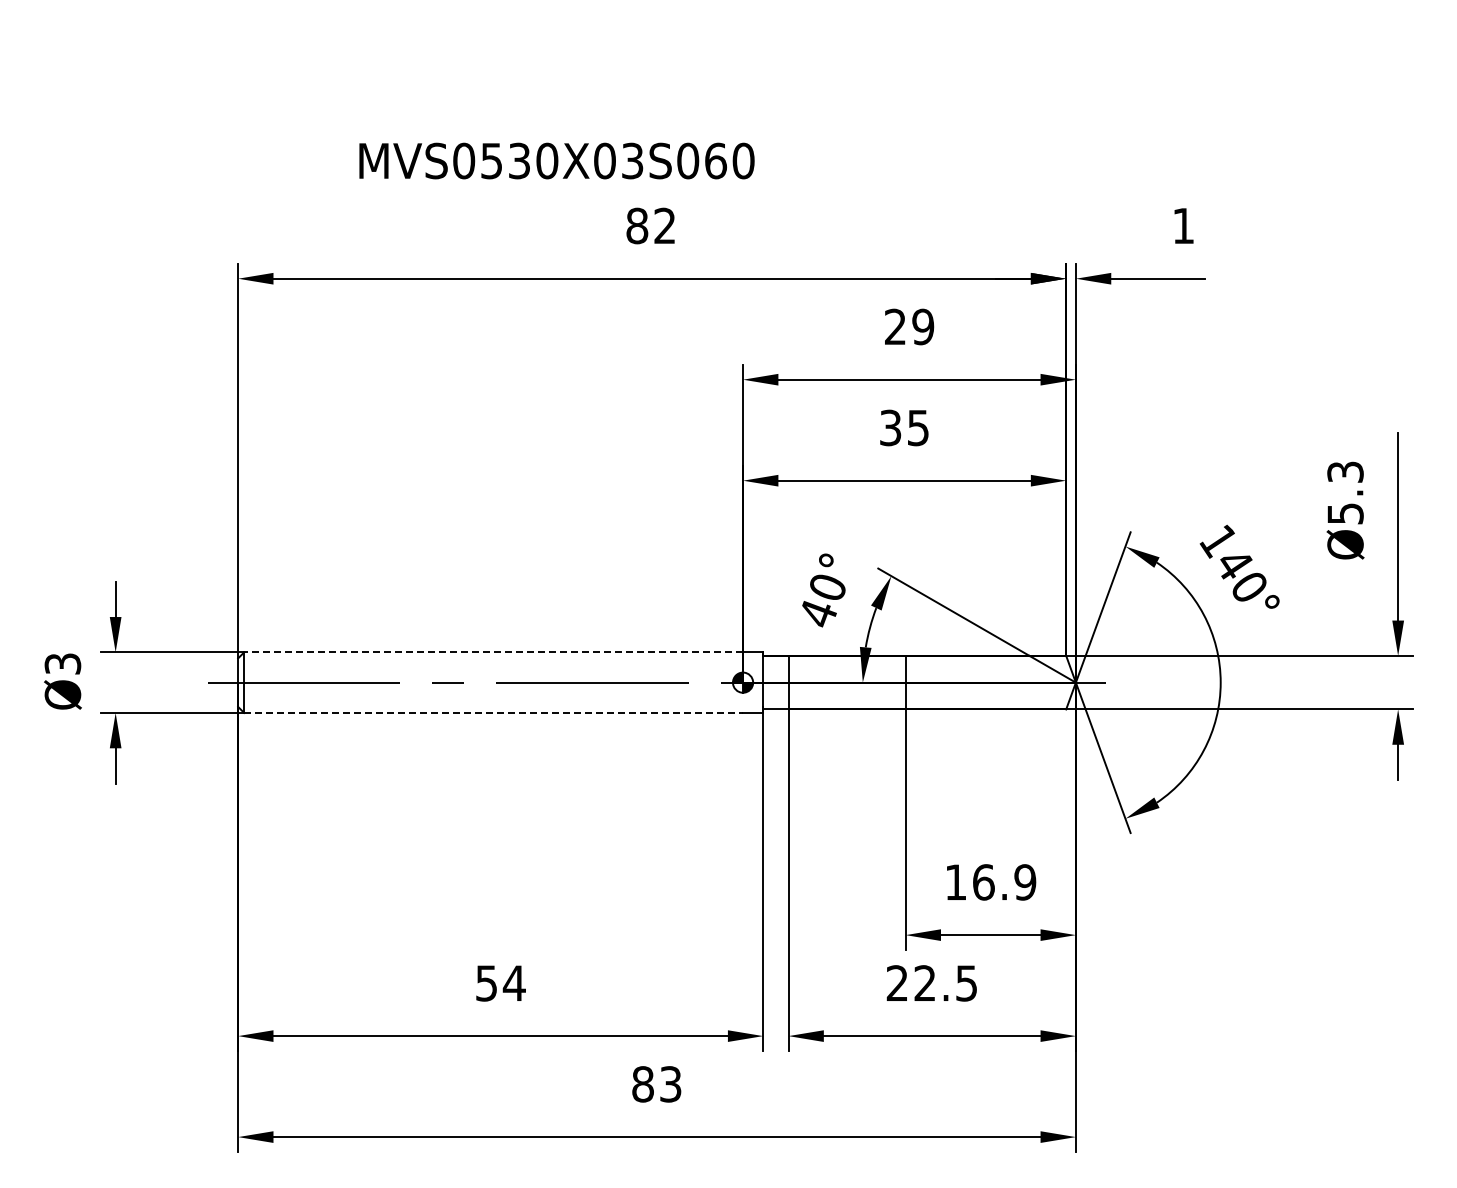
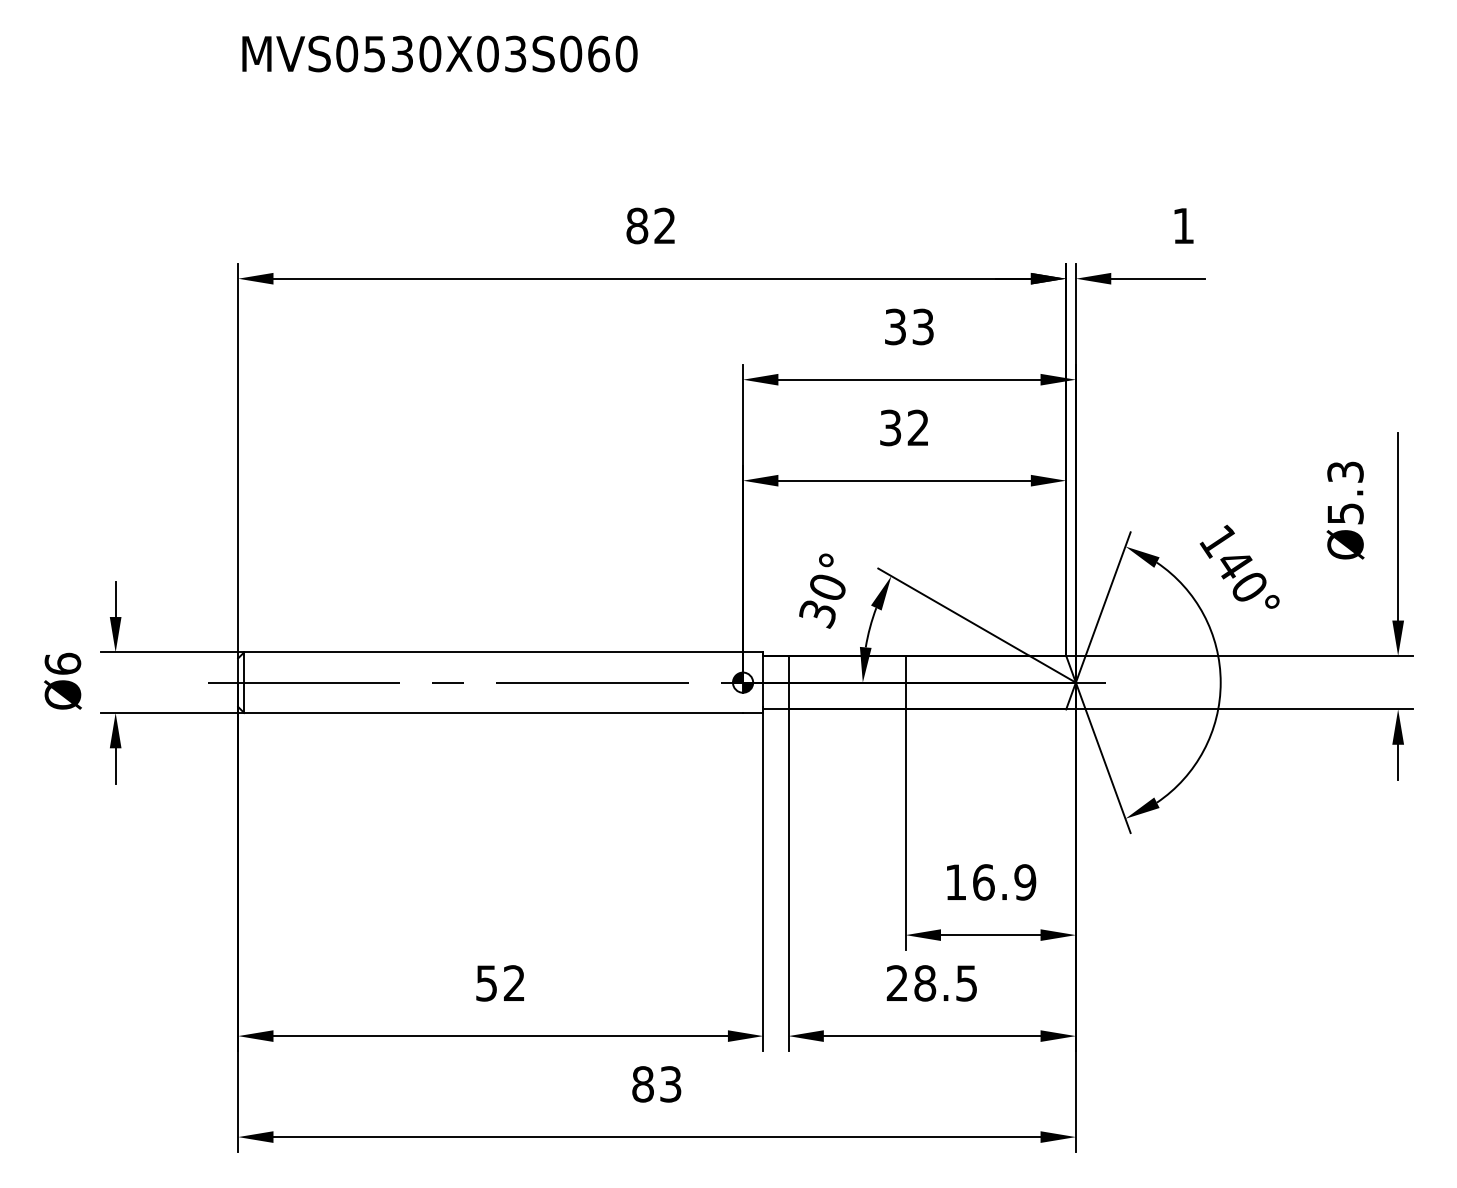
text at (556, 160) position: (556, 160) -> (439, 53)
text at (909, 326): 29 -> 33
text at (917, 427): 35 -> 32
text at (817, 614): 40° -> 30°
line at (493, 652): dashed -> solid
text at (62, 663): Ø3 -> Ø6
line at (494, 712): dashed -> solid
text at (513, 982): 54 -> 52
text at (925, 983): 22.5 -> 28.5
